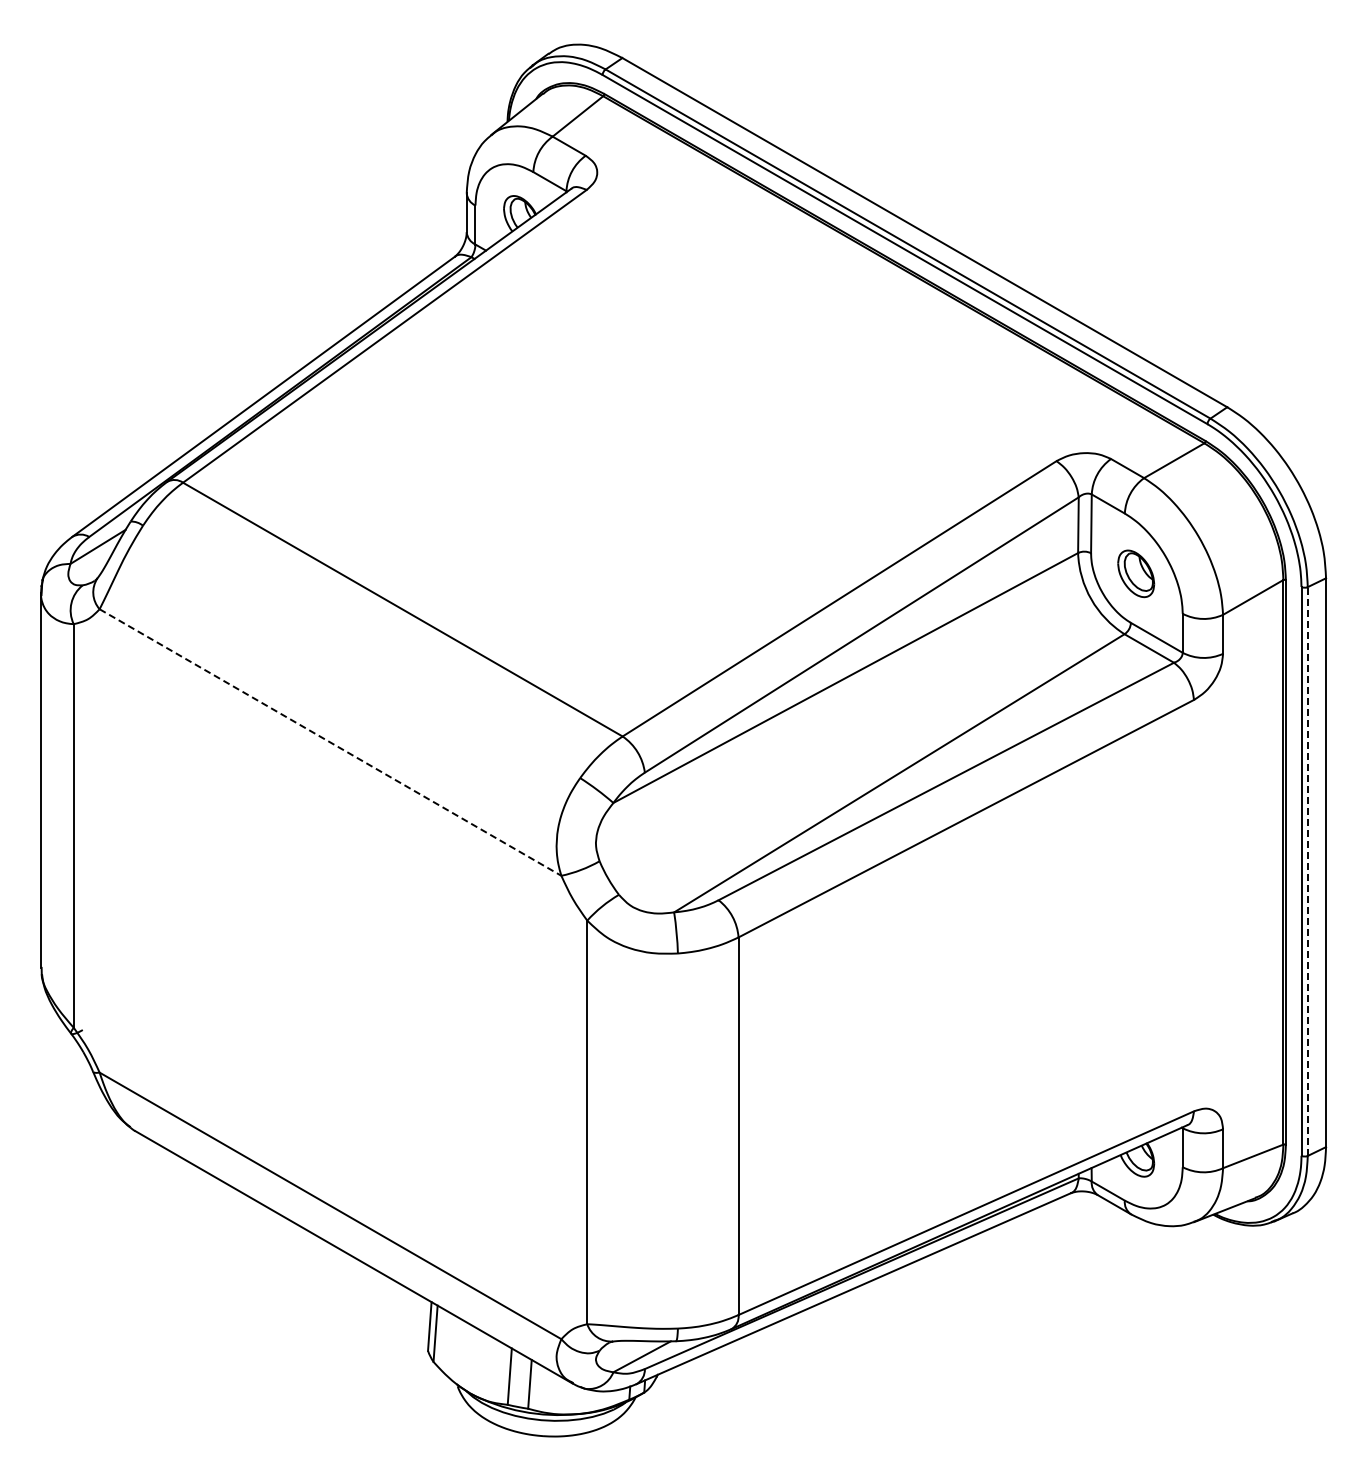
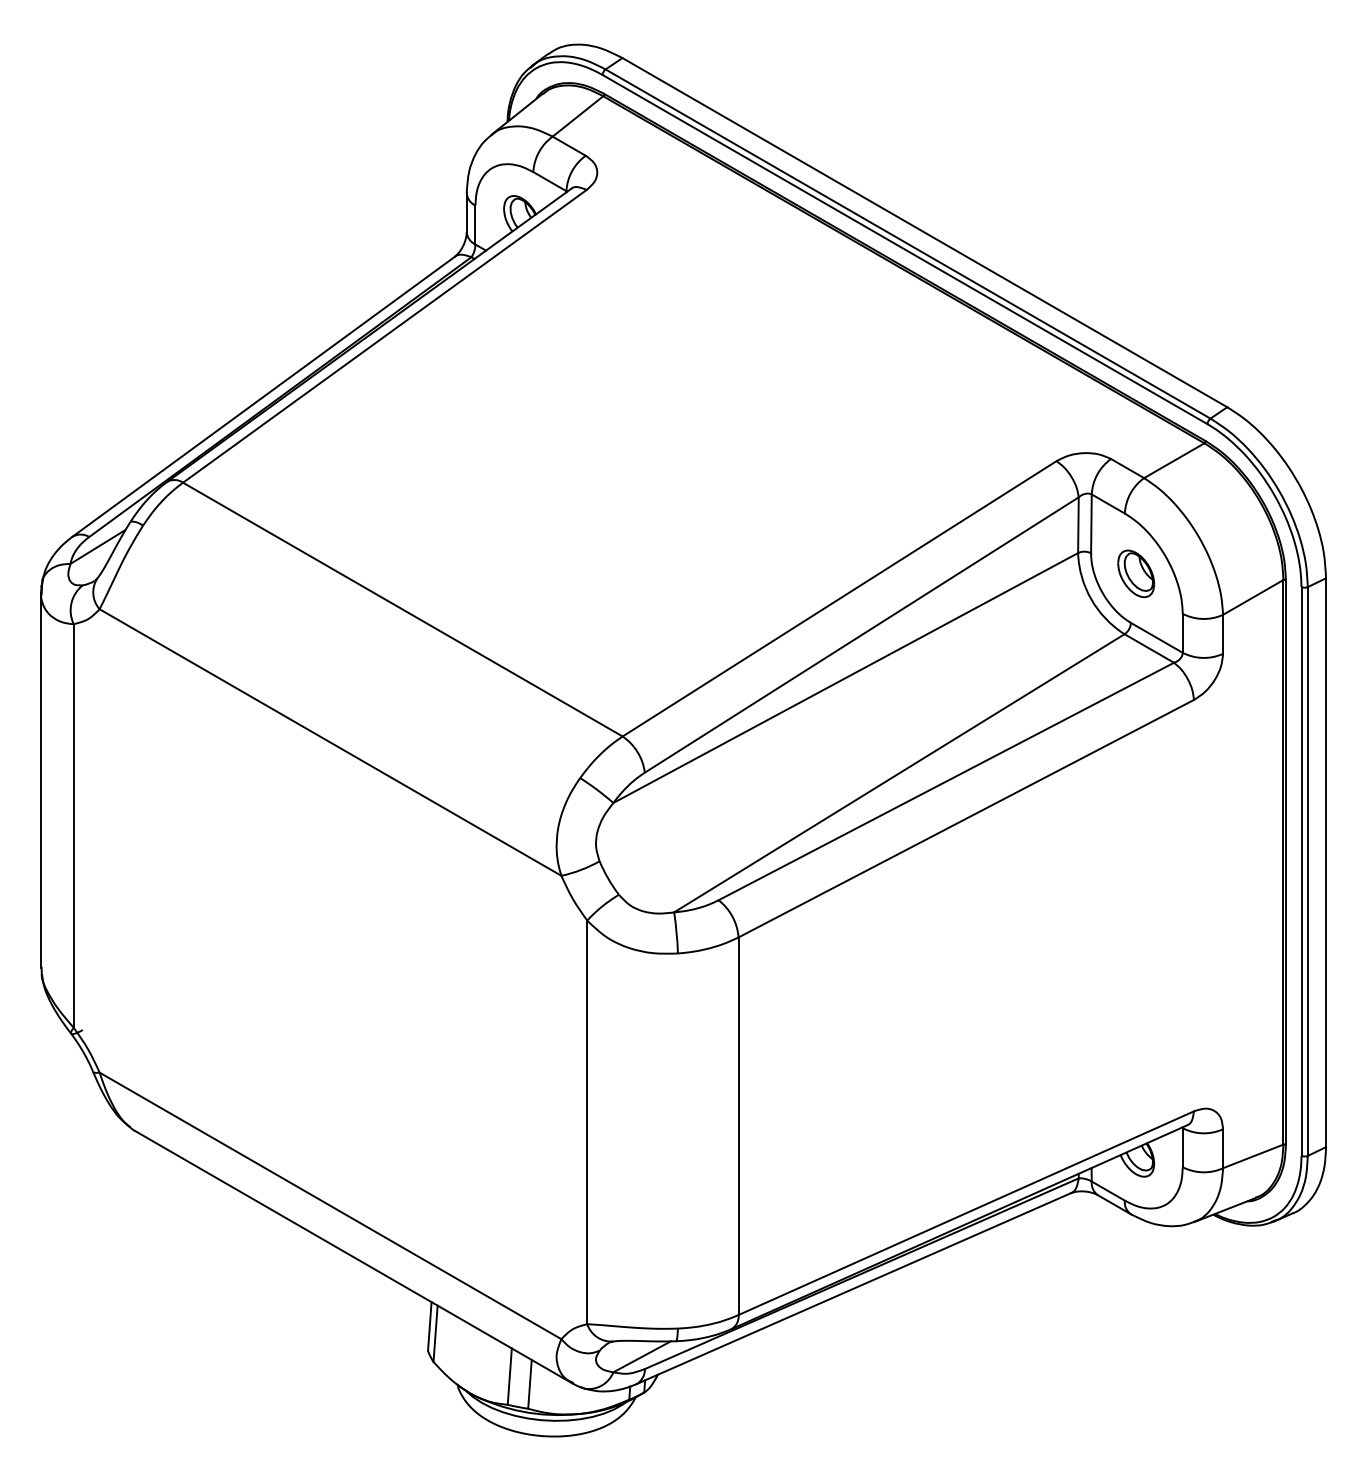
line at (330, 742): dashed -> solid
line at (1307, 871): dashed -> solid
